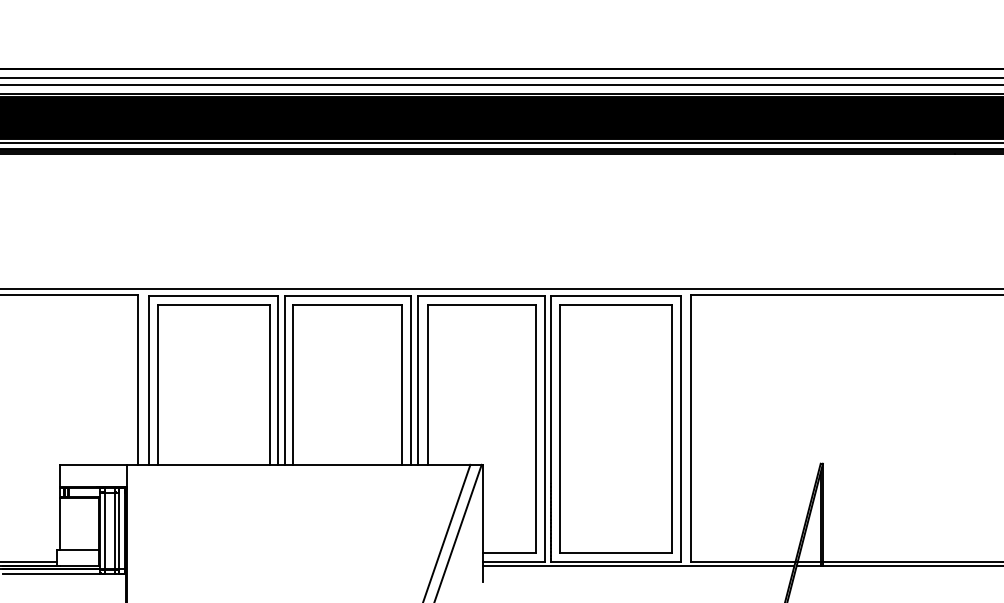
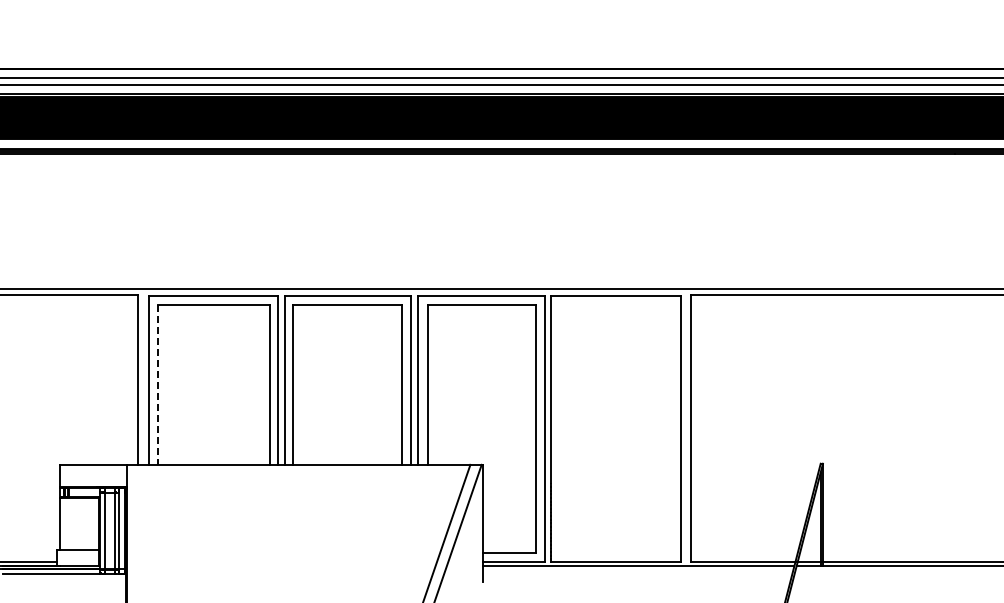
line at (501, 143): present -> none
line at (157, 385): solid -> dashed
part at (615, 428): present -> none
